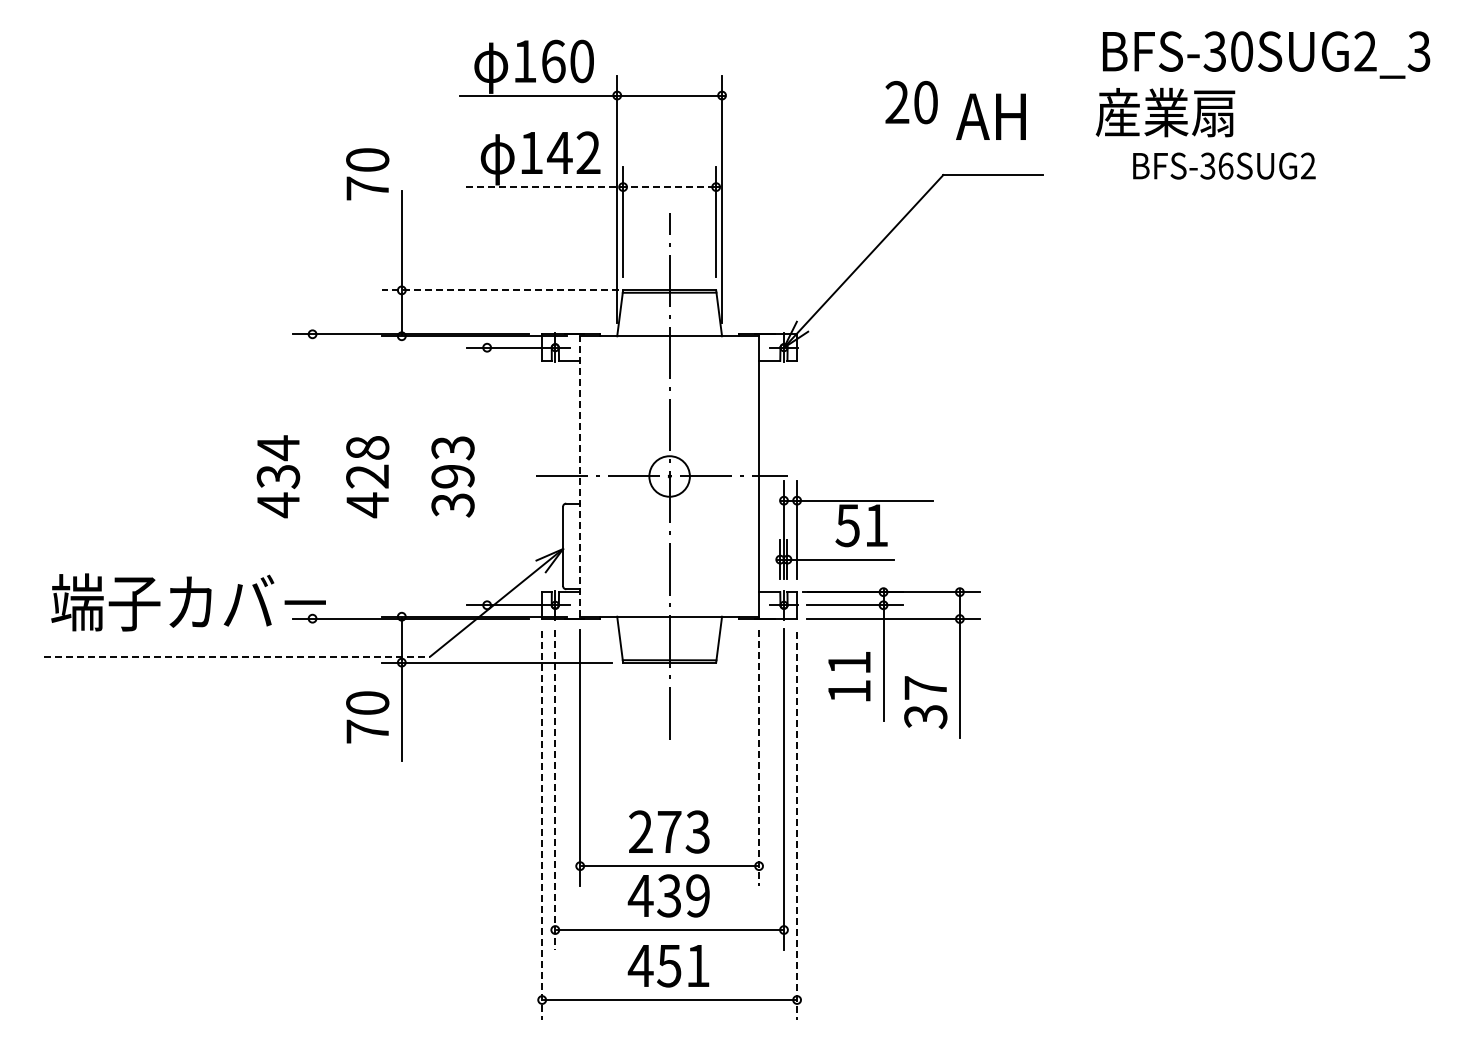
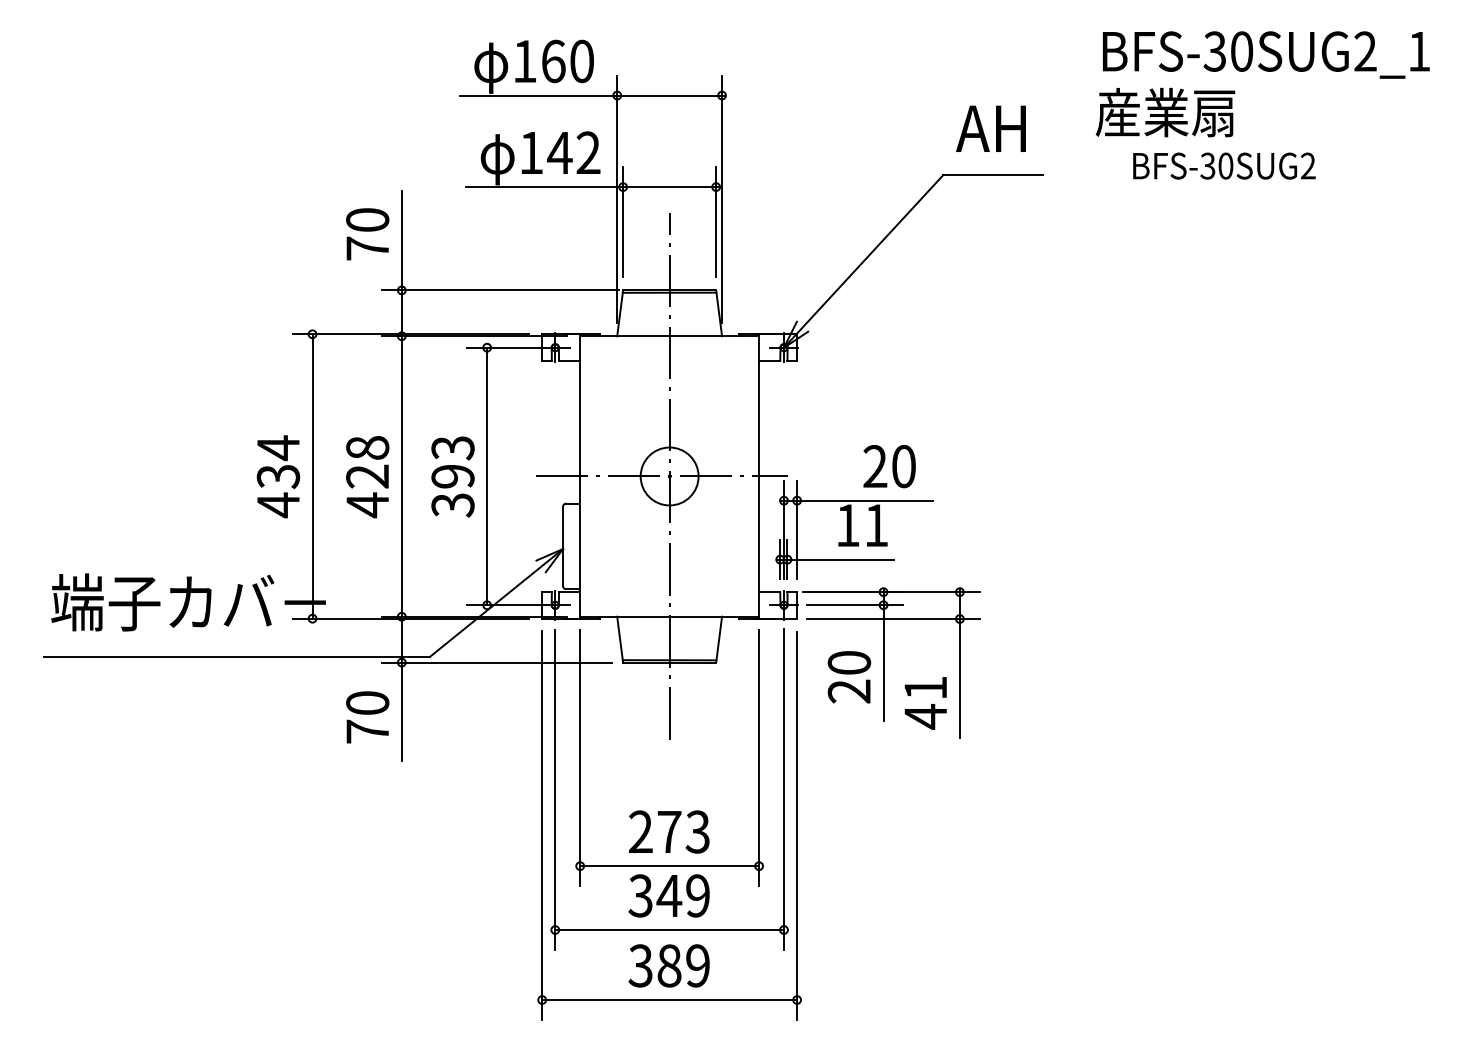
text at (1418, 51): BFS-30SUG2_3 -> BFS-30SUG2_1
text at (911, 102) position: (911, 102) -> (889, 466)
text at (990, 116) position: (990, 116) -> (990, 128)
text at (1225, 165): BFS-36SUG2 -> BFS-30SUG2
text at (367, 174) position: (367, 174) -> (367, 234)
line at (591, 187): dashed -> solid
line at (500, 290): dashed -> solid
line at (312, 476): none -> present
line at (401, 476): none -> present
line at (487, 476): none -> present
line at (580, 476): dashed -> solid
circle at (669, 476) diameter: 41 px -> 58 px
text at (847, 525): 51 -> 11
line at (237, 656): dashed -> solid
text at (849, 677): 11 -> 20
text at (925, 702): 37 -> 41
line at (759, 757): dashed -> solid
line at (555, 789): dashed -> solid
line at (797, 825): dashed -> solid
line at (542, 826): dashed -> solid
text at (654, 895): 439 -> 349
text at (668, 965): 451 -> 389
